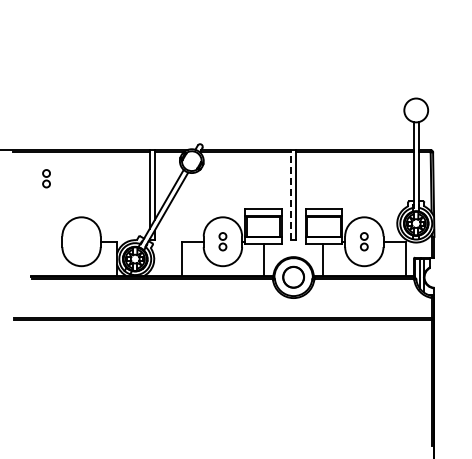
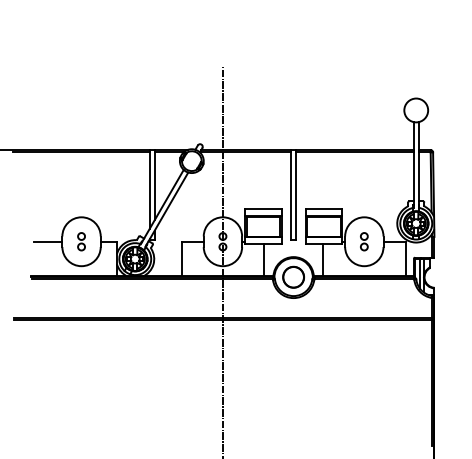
part at (46, 178) position: (46, 178) -> (81, 241)
line at (291, 194): dashed -> solid
line at (48, 242): none -> present
line at (222, 261): none -> present
